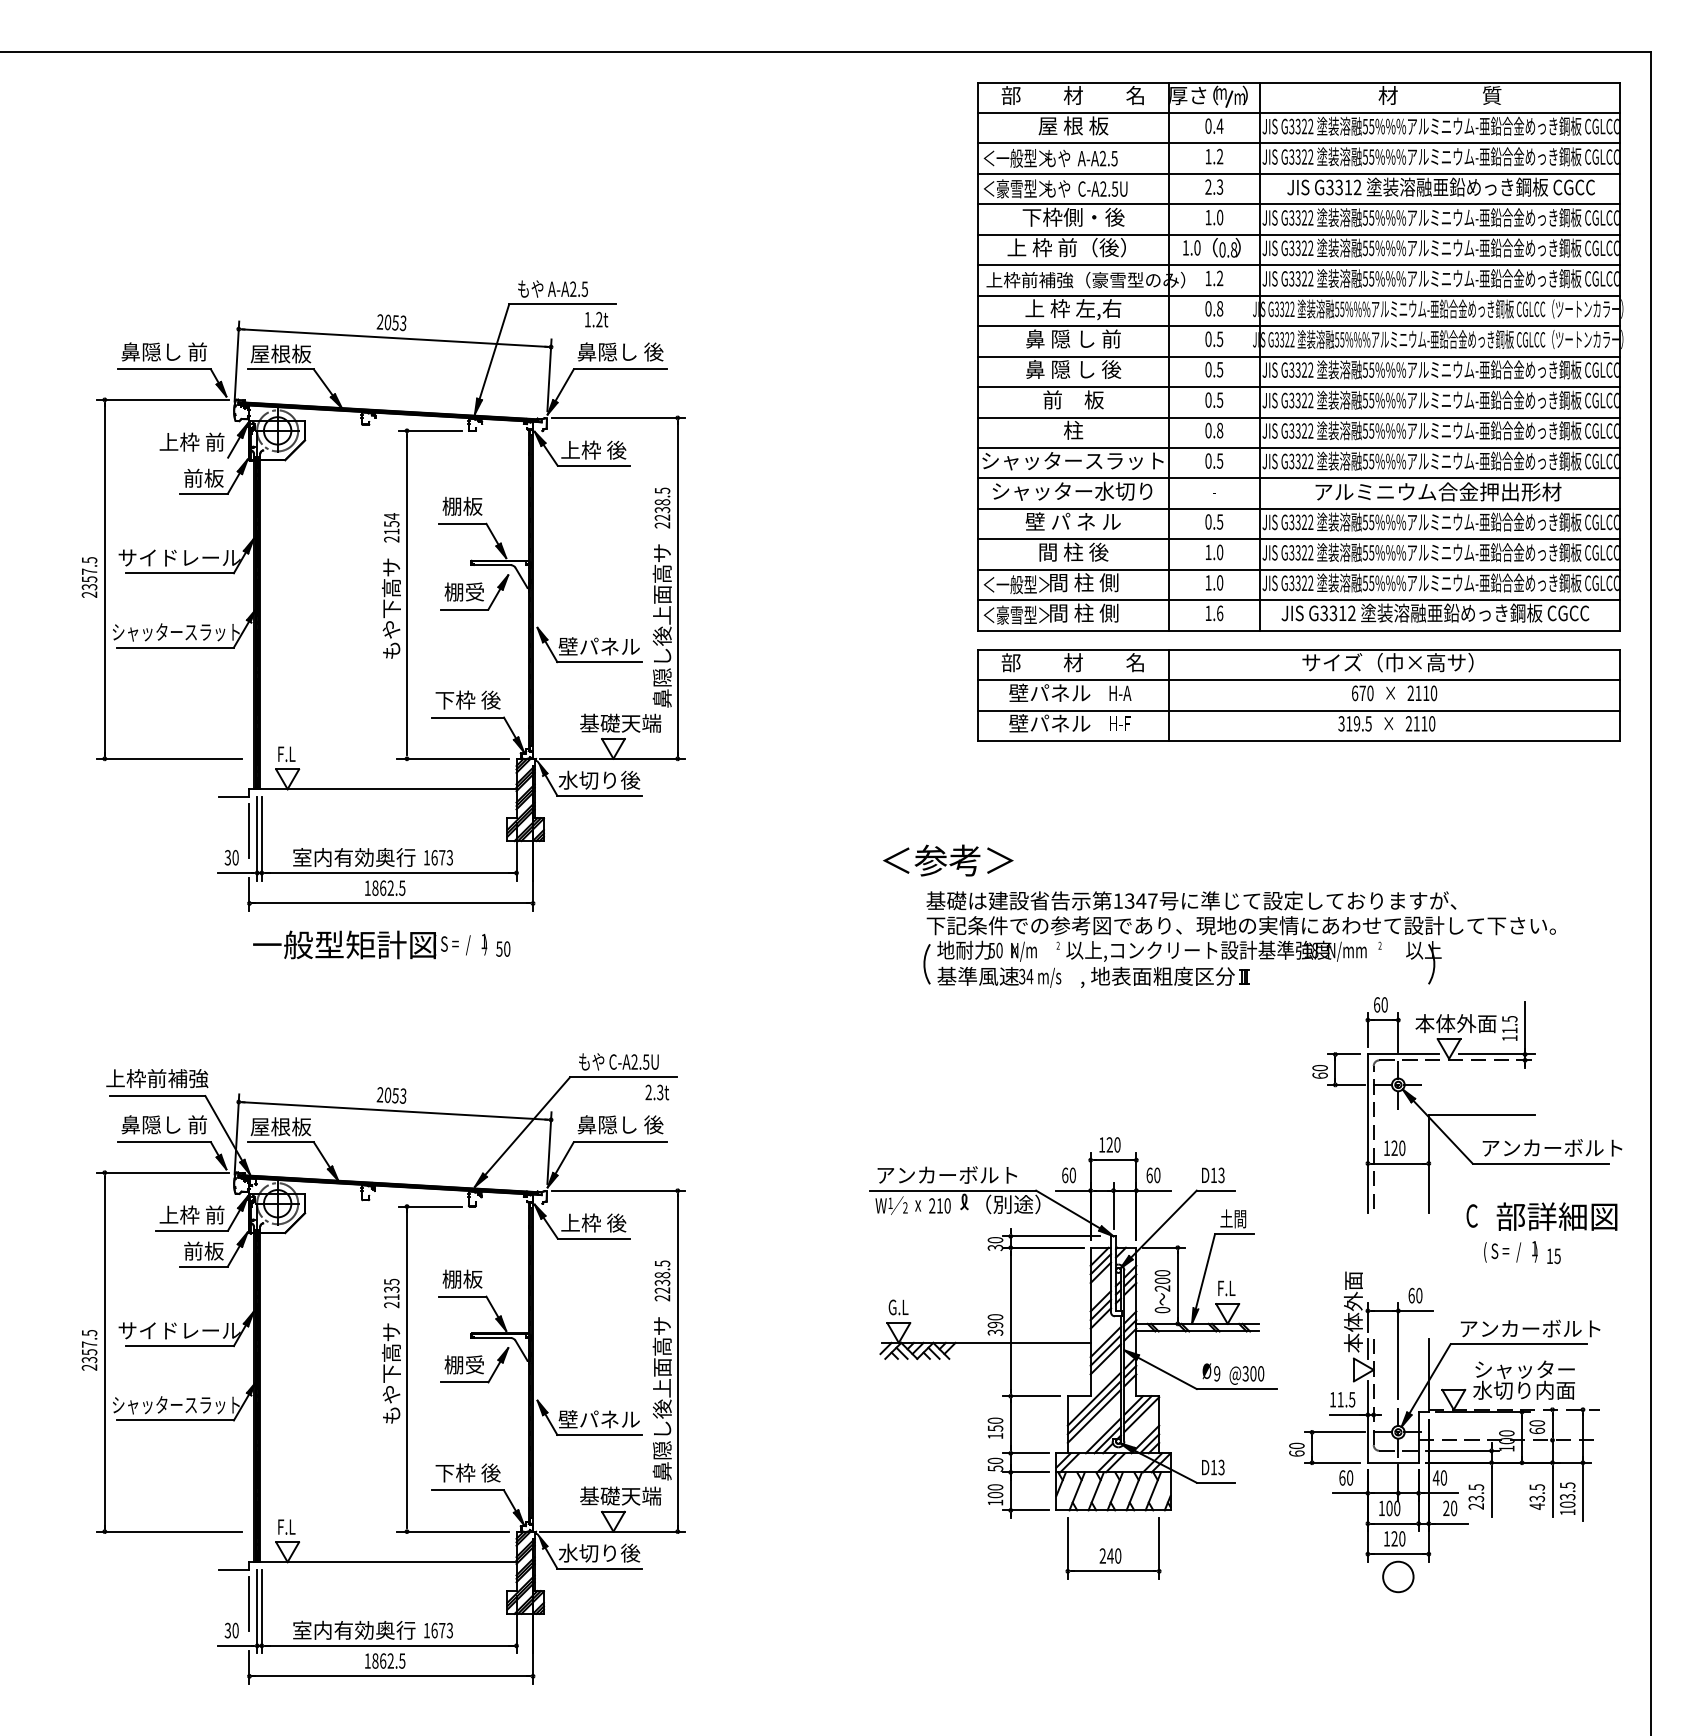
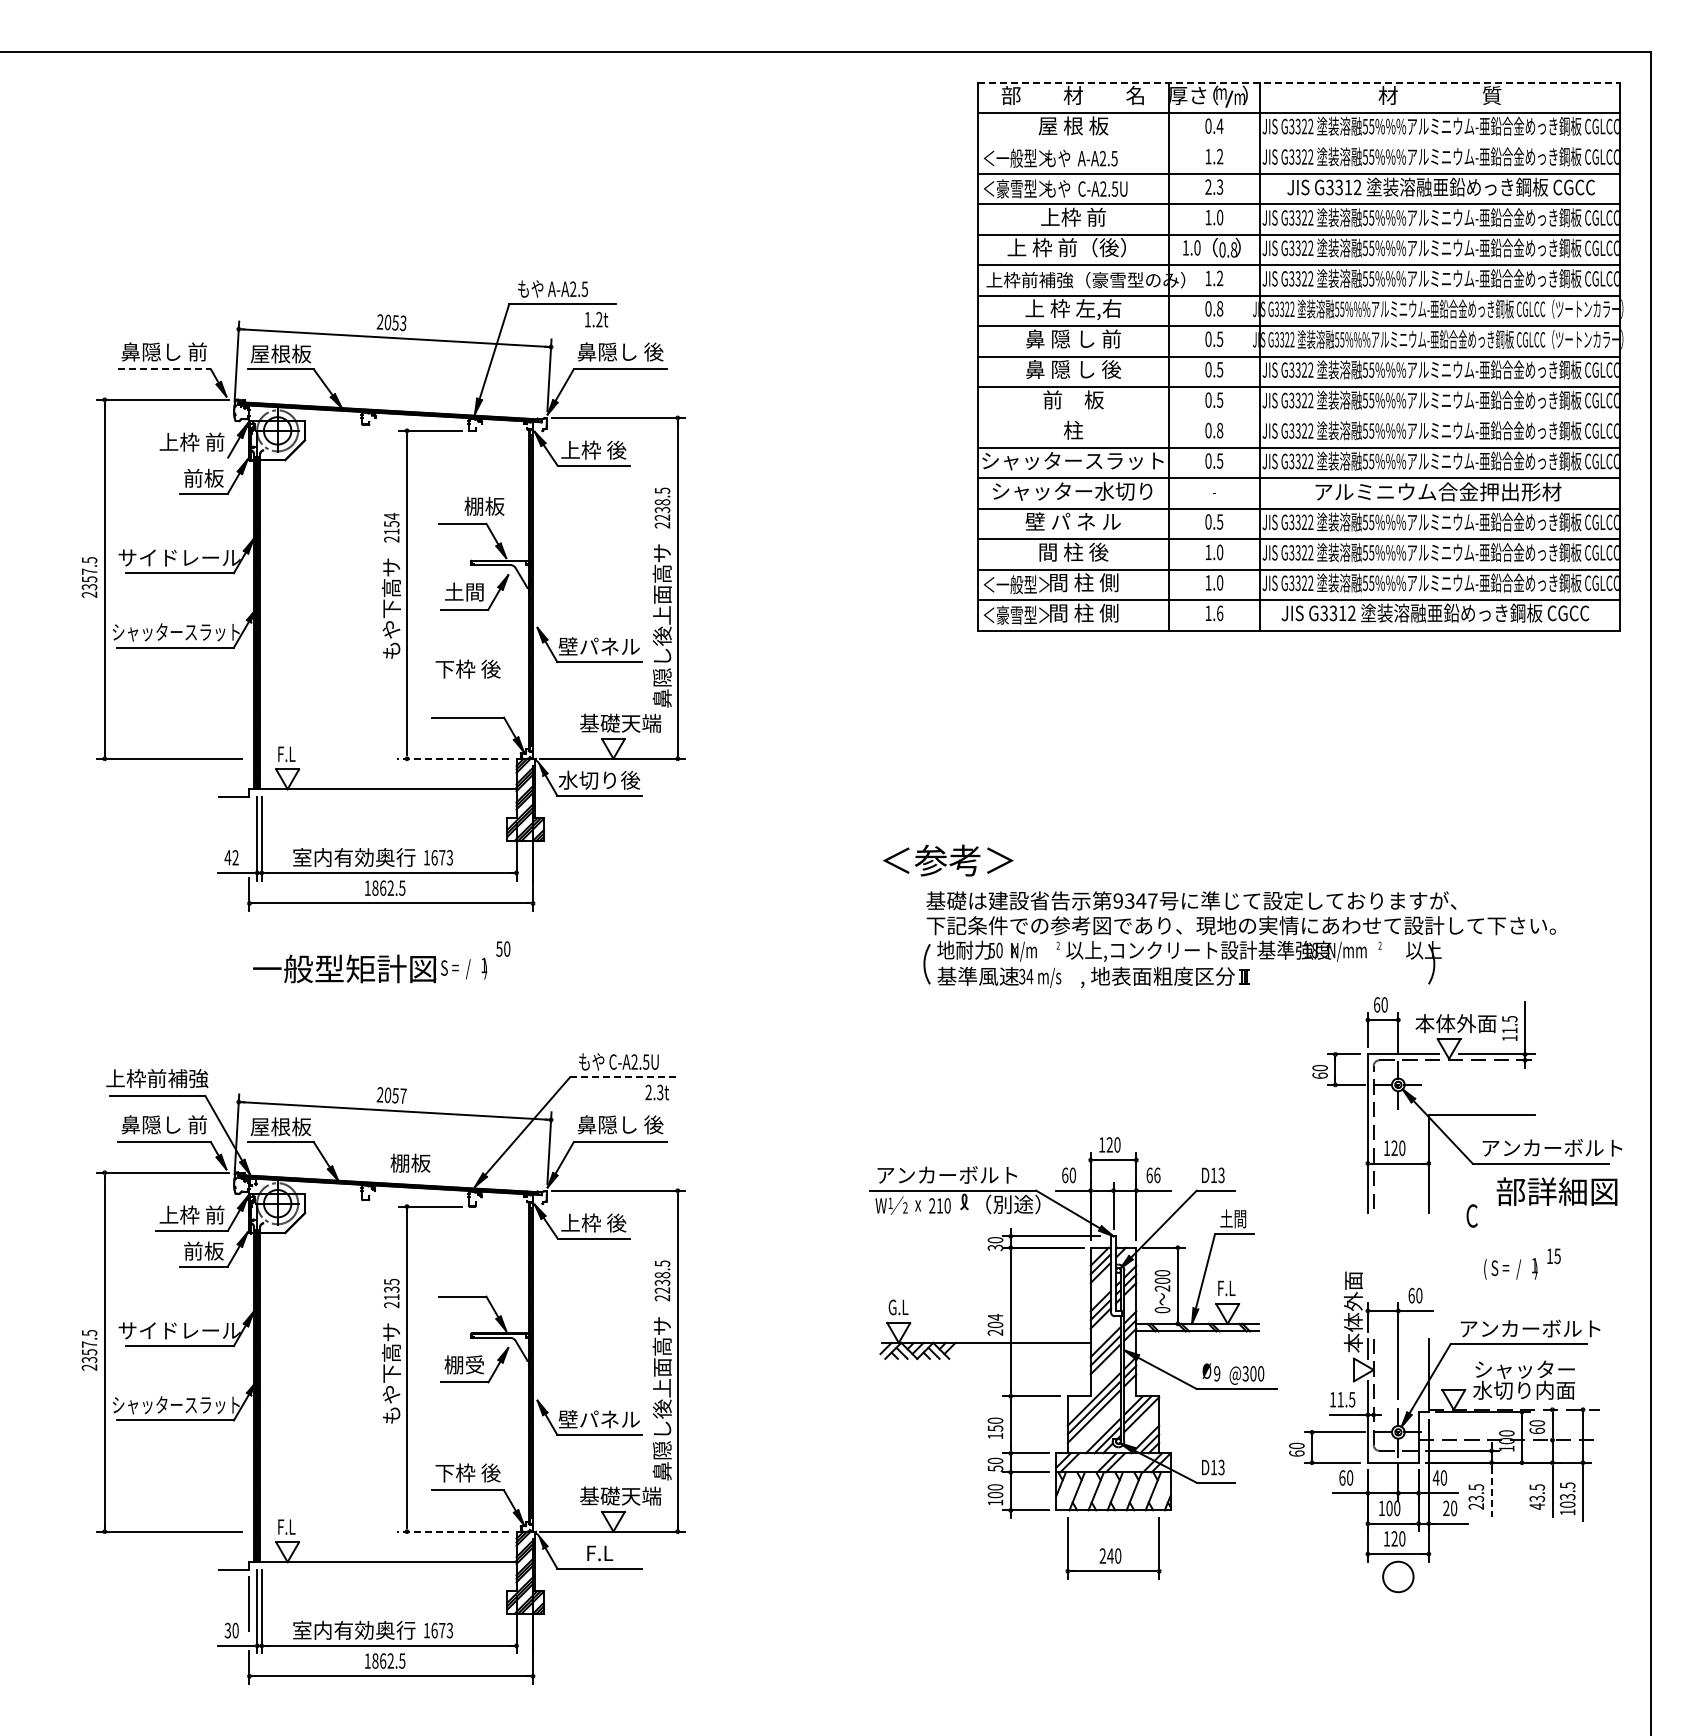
line at (1299, 82): solid -> dashed
line at (1299, 143): present -> none
text at (1073, 216): 下枠側・後 -> 上枠 前
line at (164, 369): solid -> dashed
line at (1299, 417): present -> none
text at (462, 505) position: (462, 505) -> (484, 505)
text at (463, 591): 棚受 -> 土間
part at (1298, 695): present -> none
text at (467, 699) position: (467, 699) -> (467, 668)
line at (453, 758): solid -> dashed
line at (249, 830): present -> none
text at (231, 857): 30 -> 42
text at (1117, 900): 1347 -> 9347
text at (370, 944) position: (370, 944) -> (370, 968)
line at (623, 1077): solid -> dashed
text at (402, 1095): 2053 -> 2057
text at (1157, 1174): 60 -> 66
text at (1556, 1216) position: (1556, 1216) -> (1556, 1191)
text at (1510, 1251) position: (1510, 1251) -> (1510, 1268)
text at (462, 1278) position: (462, 1278) -> (410, 1162)
text at (995, 1324): 390 -> 204
line at (1491, 1491): solid -> dashed
line at (453, 1531): solid -> dashed
text at (599, 1552): 水切り後 -> F.L
